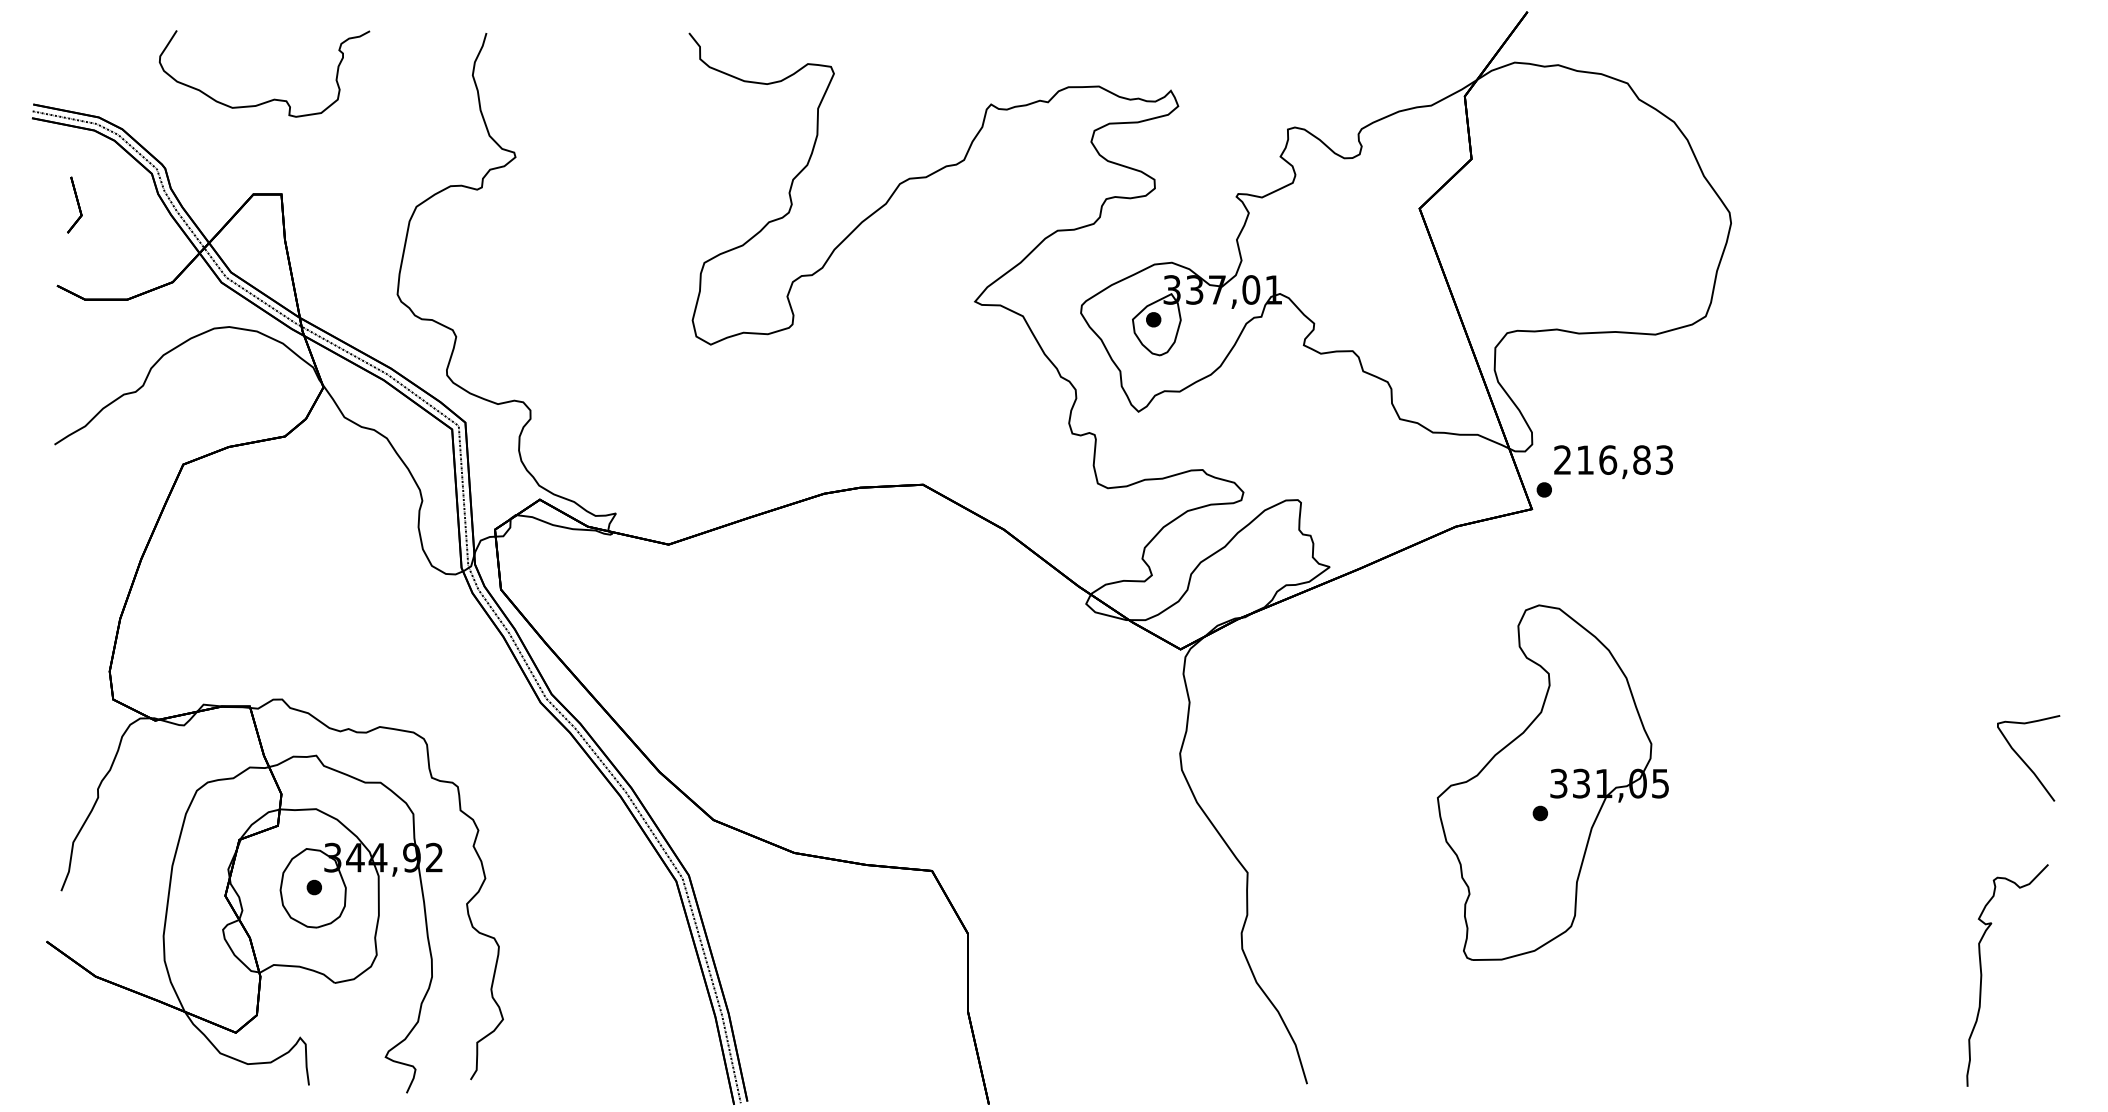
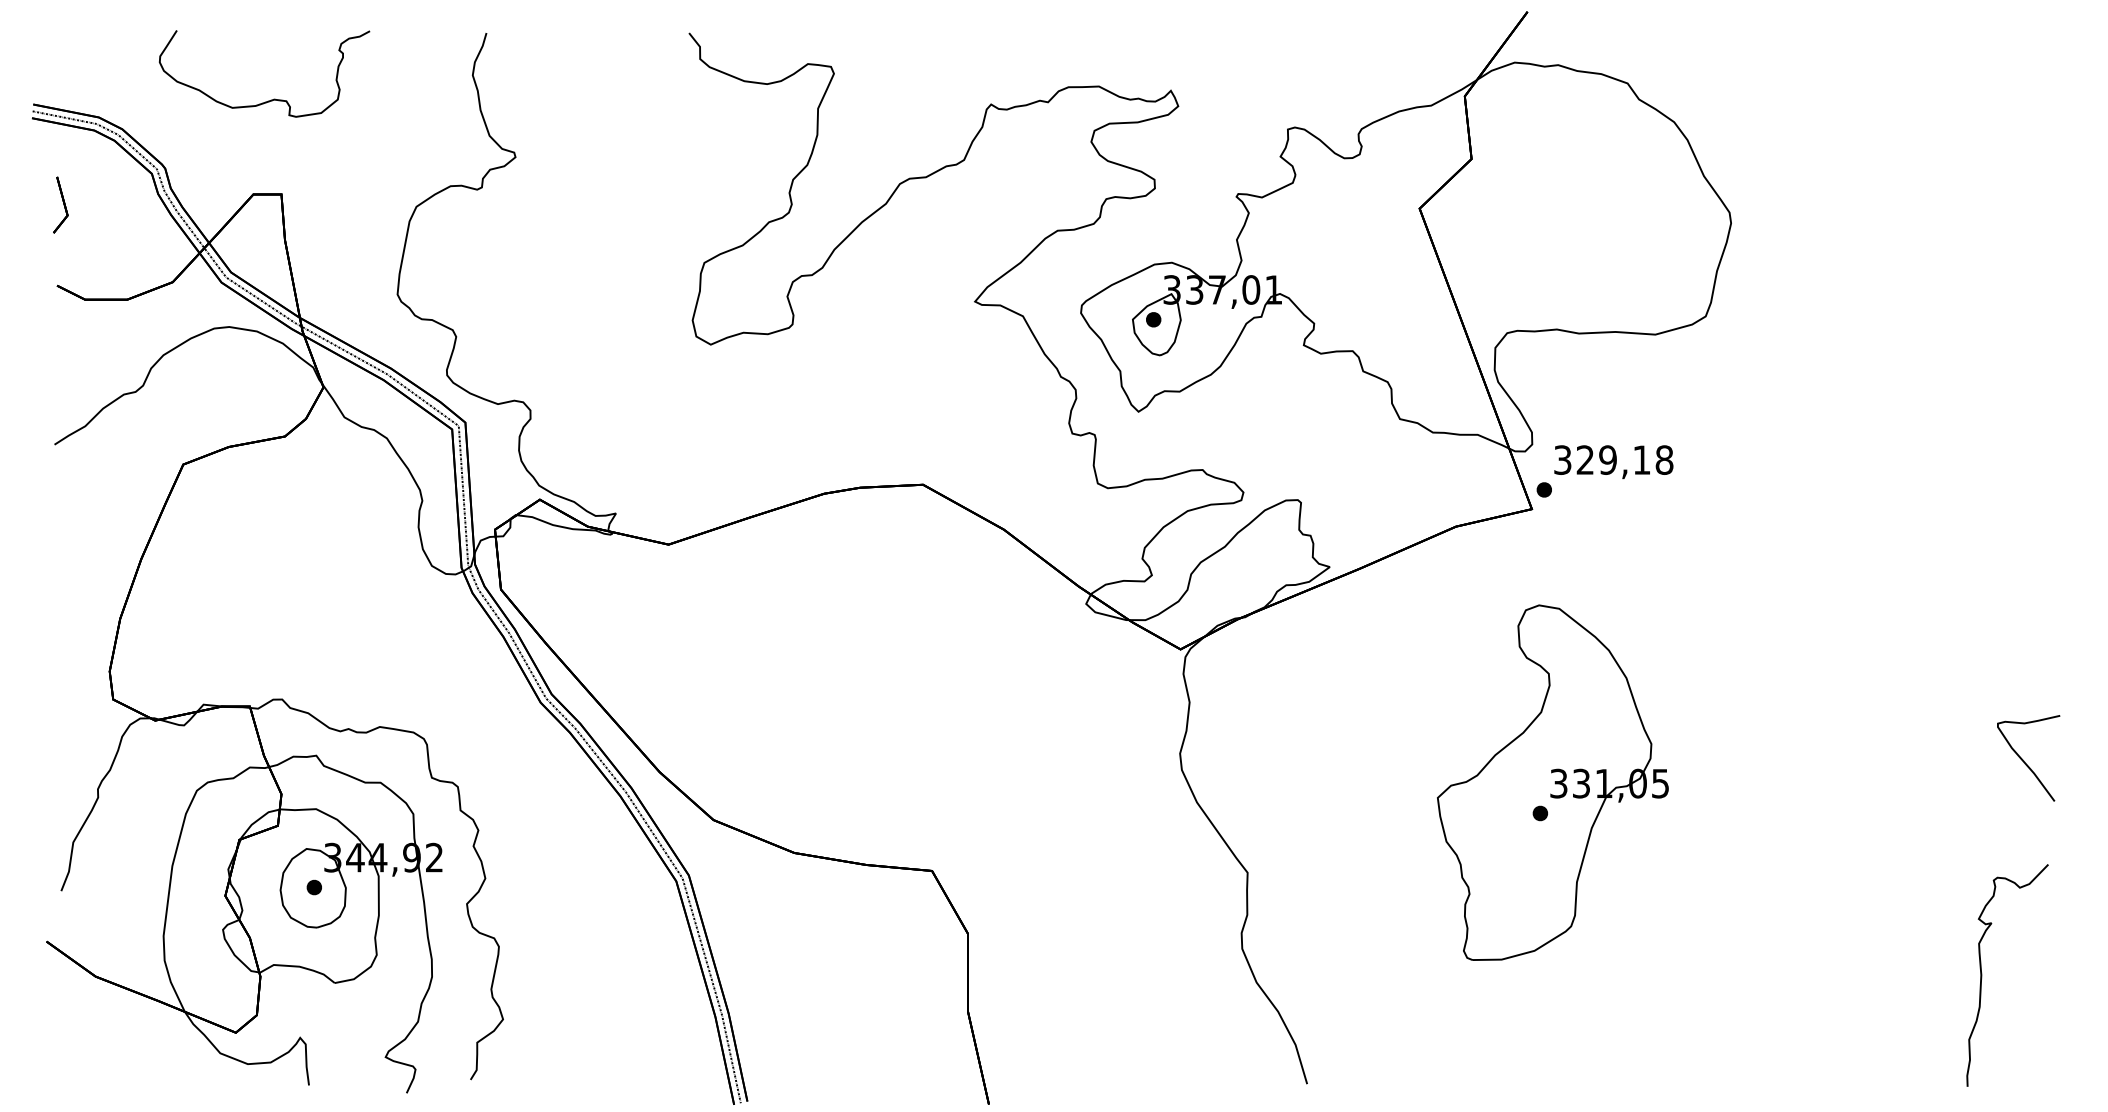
part at (74, 204) position: (74, 204) -> (60, 204)
text at (1613, 459): 216,83 -> 329,18
